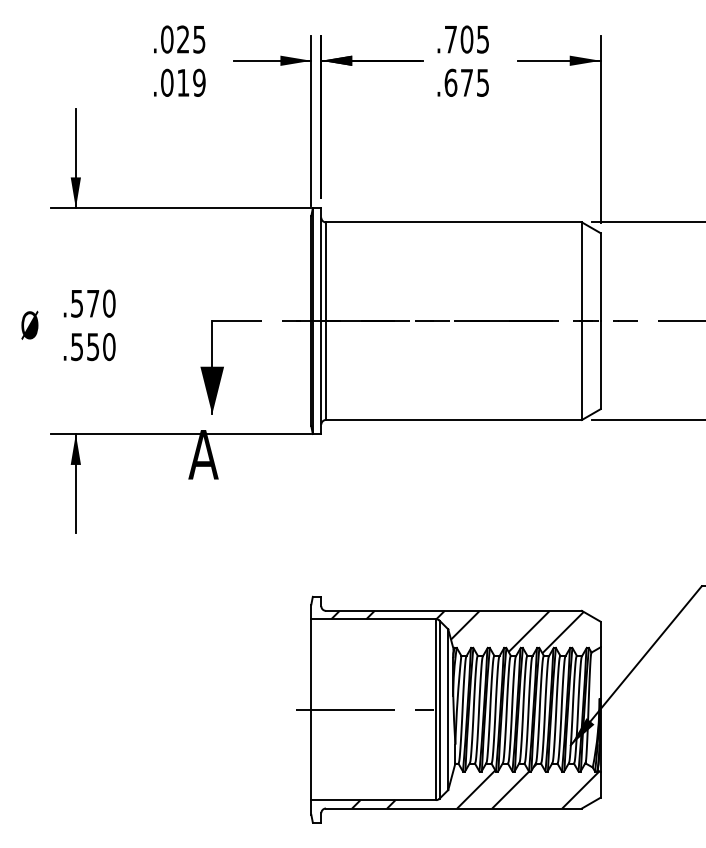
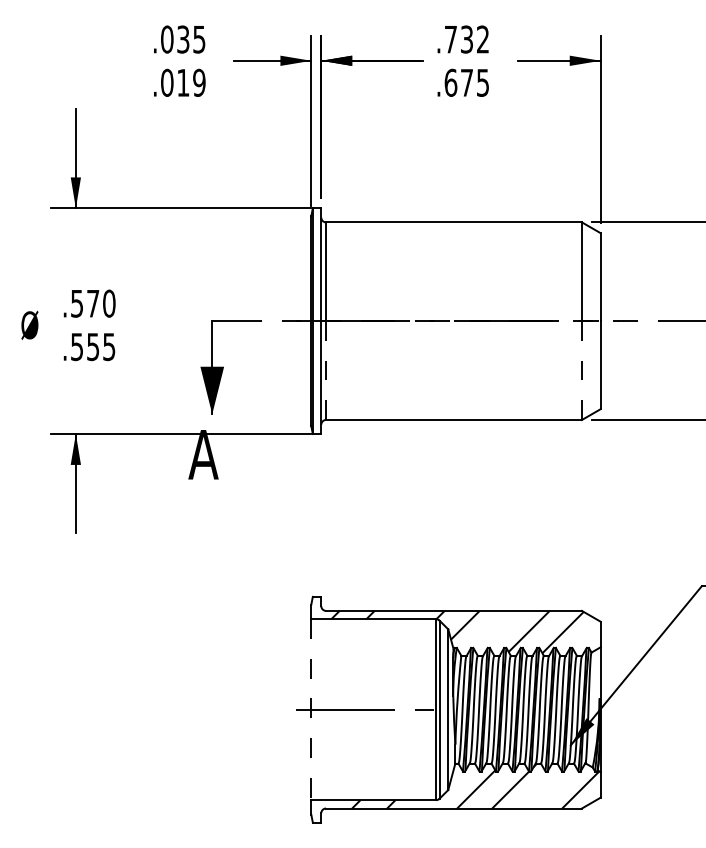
text at (183, 39): .025 -> .035
text at (474, 39): .705 -> .732
text at (109, 346): .550 -> .555
line at (325, 370): solid -> dashed
line at (581, 370): solid -> dashed
line at (311, 710): solid -> dashed
